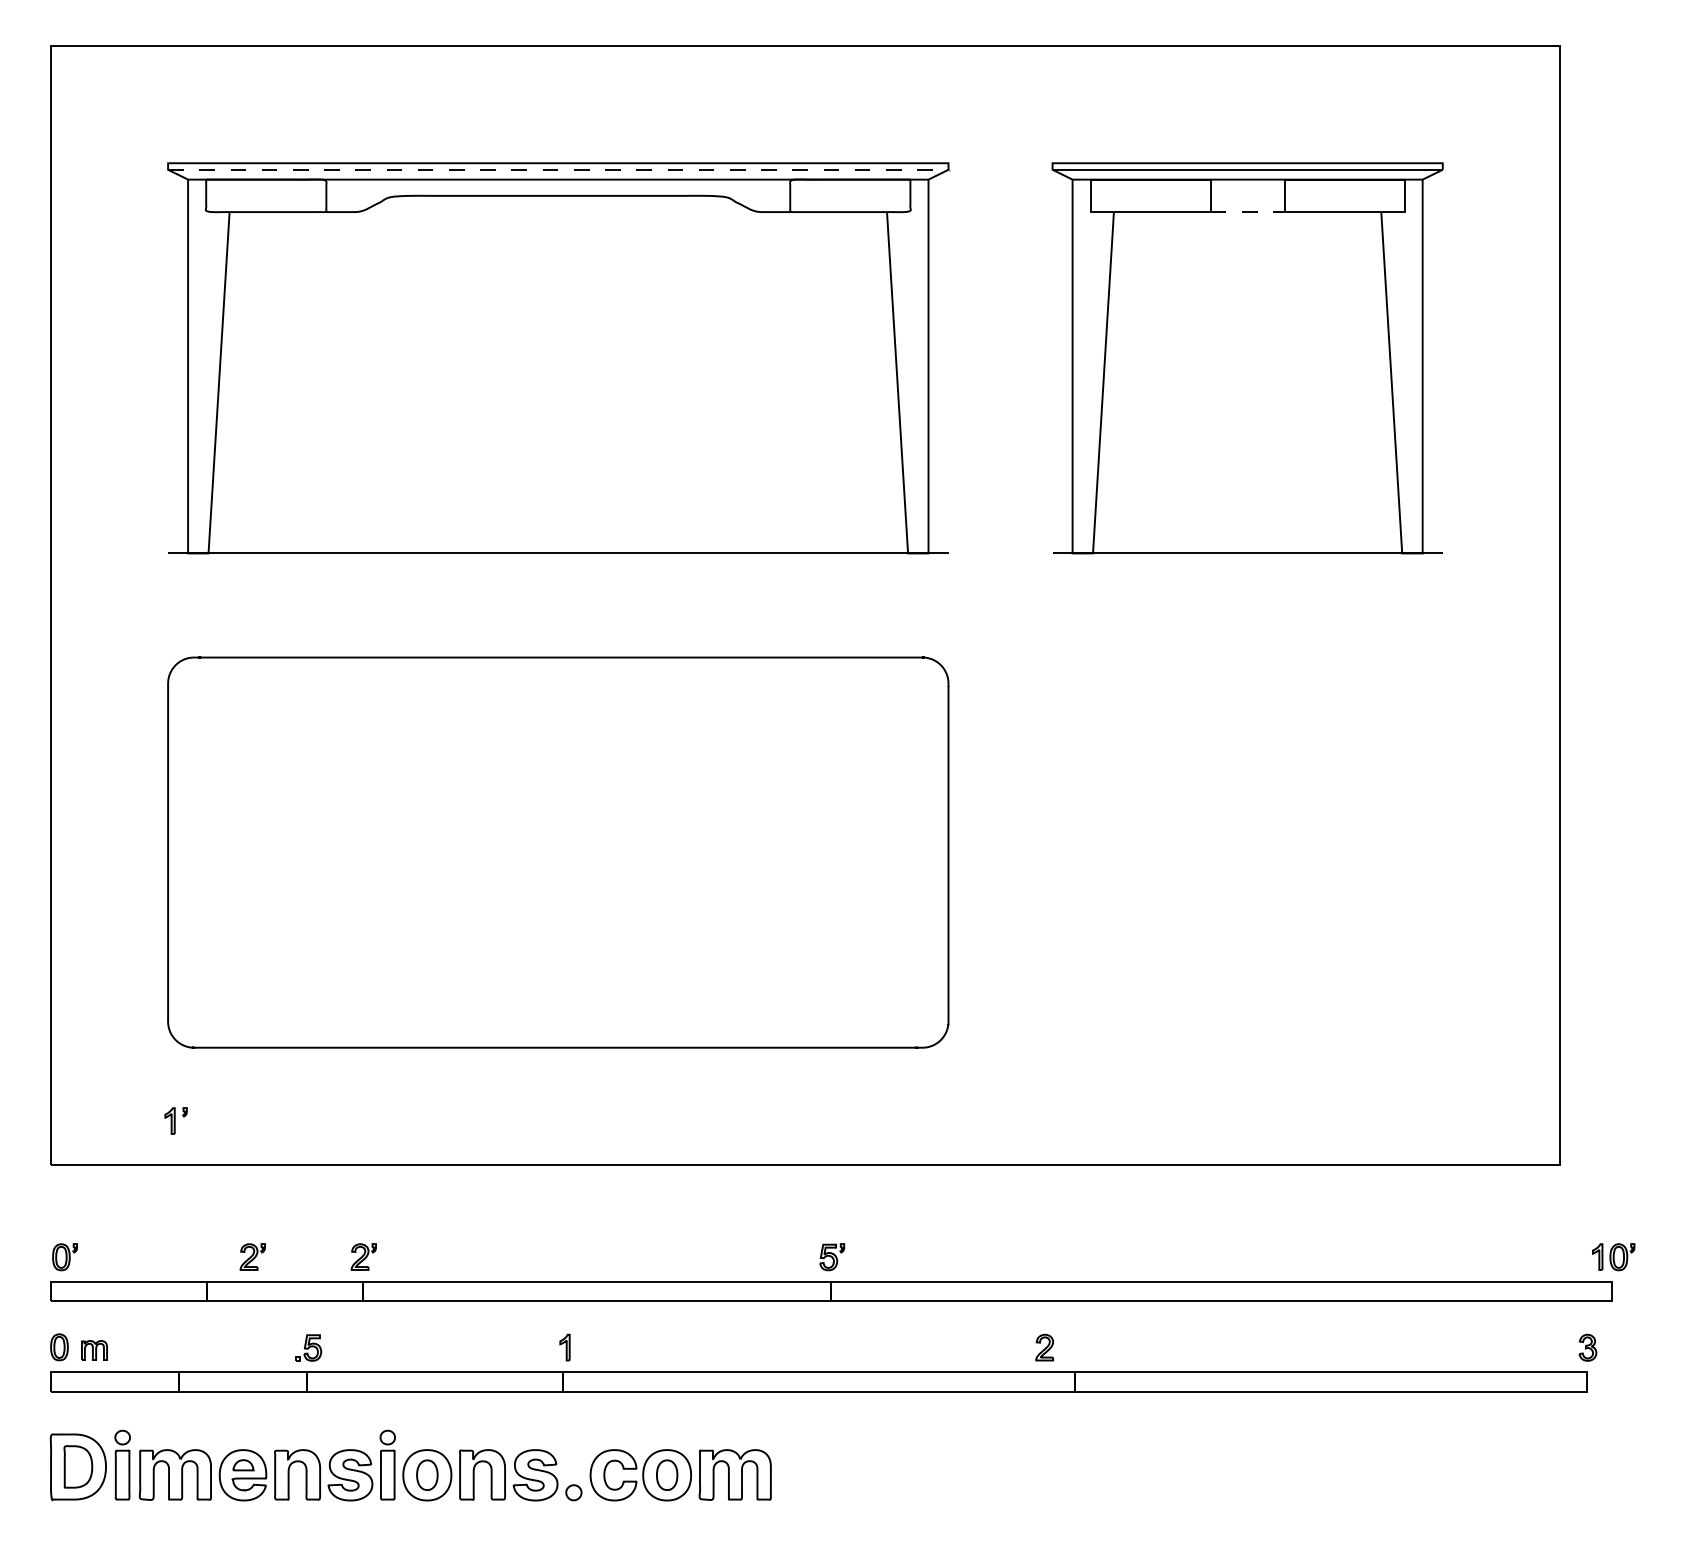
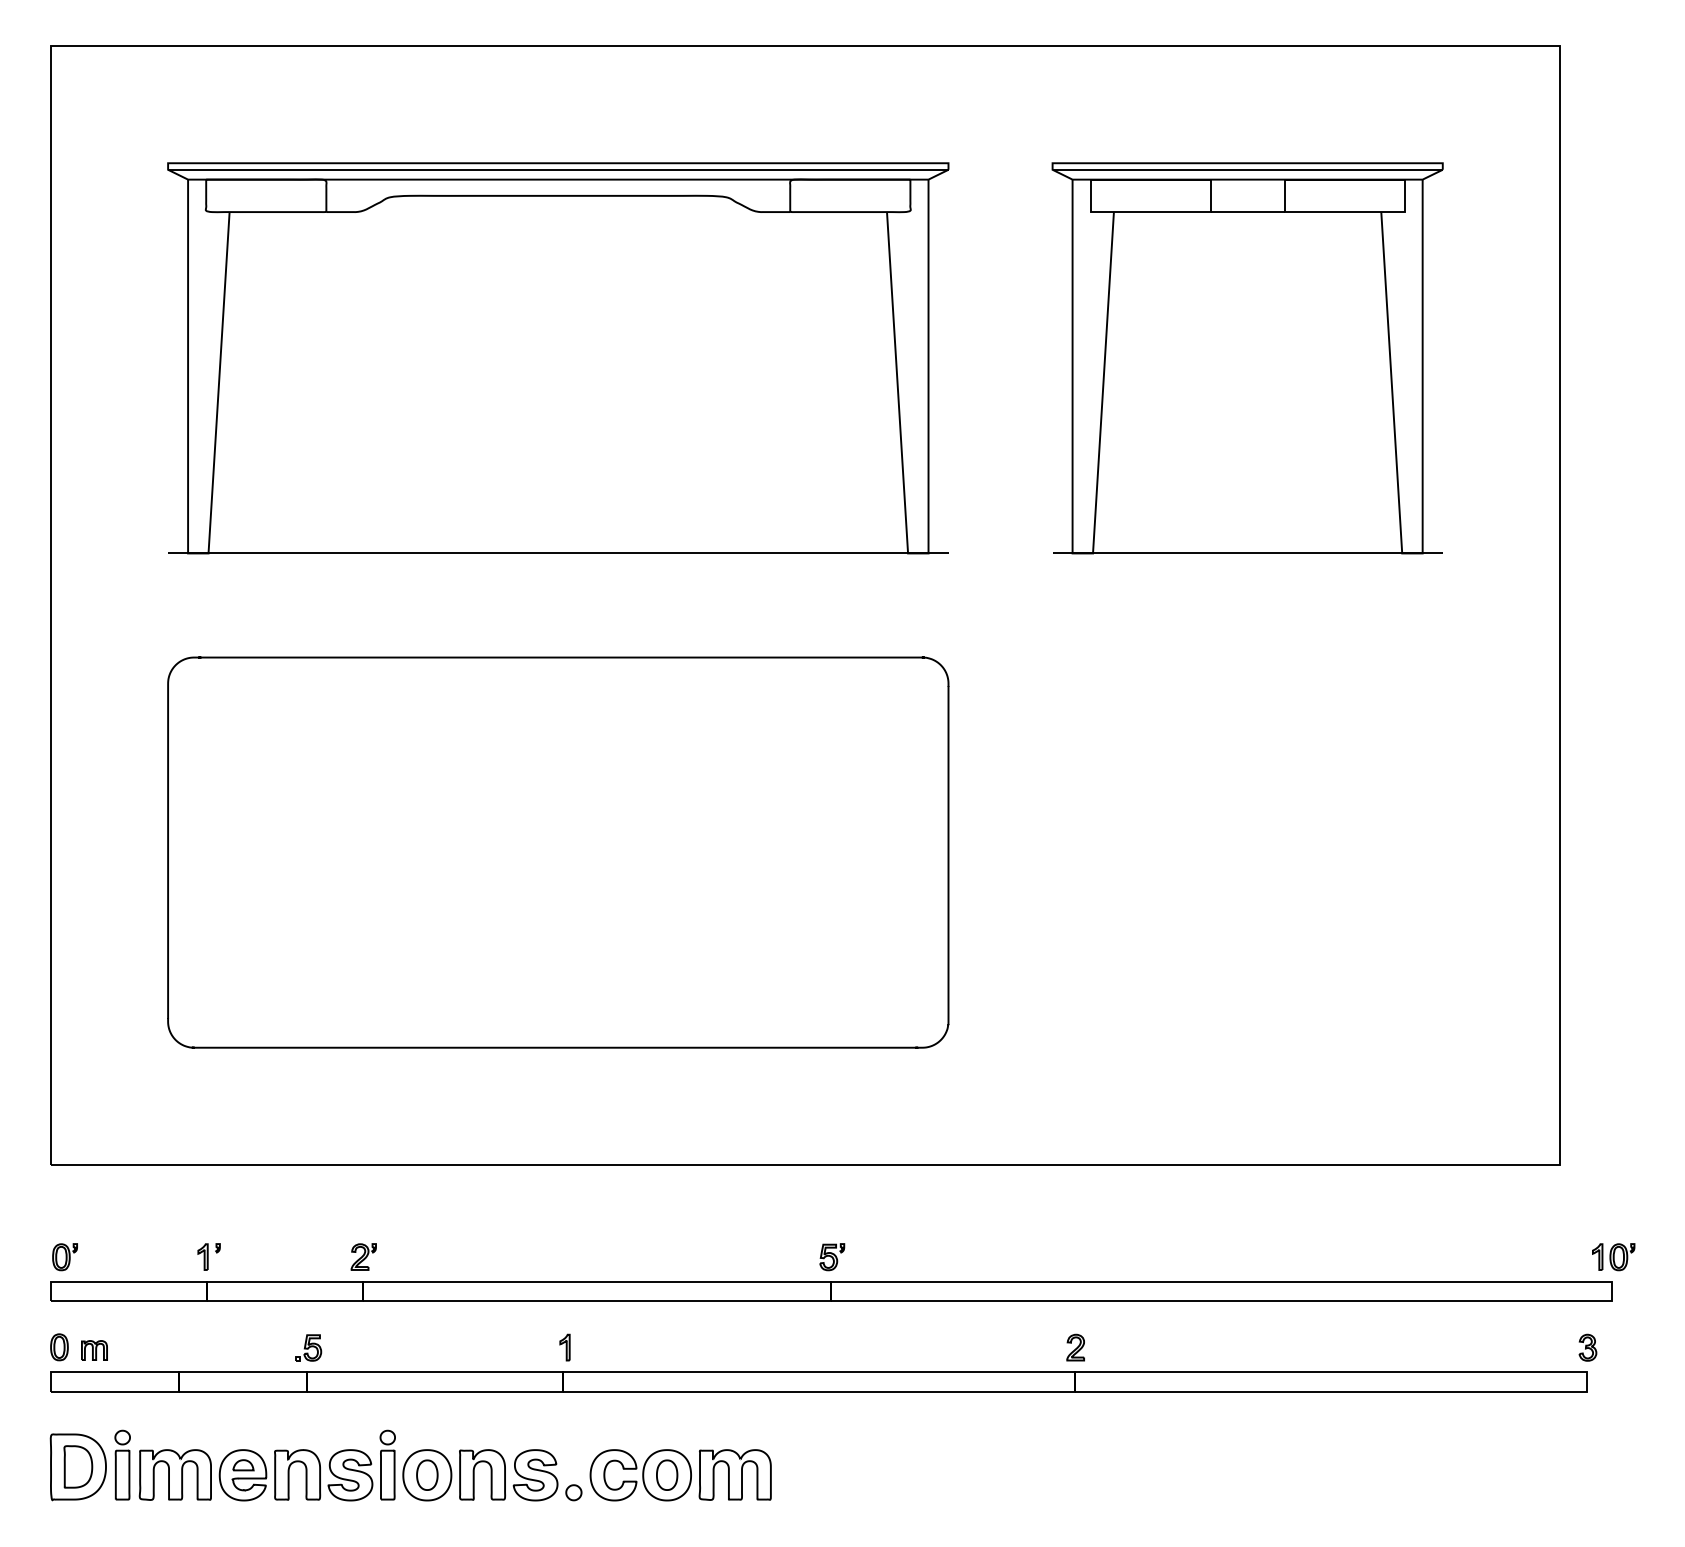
line at (558, 169): dashed -> solid
line at (1247, 212): dashed -> solid
part at (175, 1120) position: (175, 1120) -> (208, 1256)
part at (252, 1256): present -> none
part at (1044, 1347) position: (1044, 1347) -> (1075, 1347)
